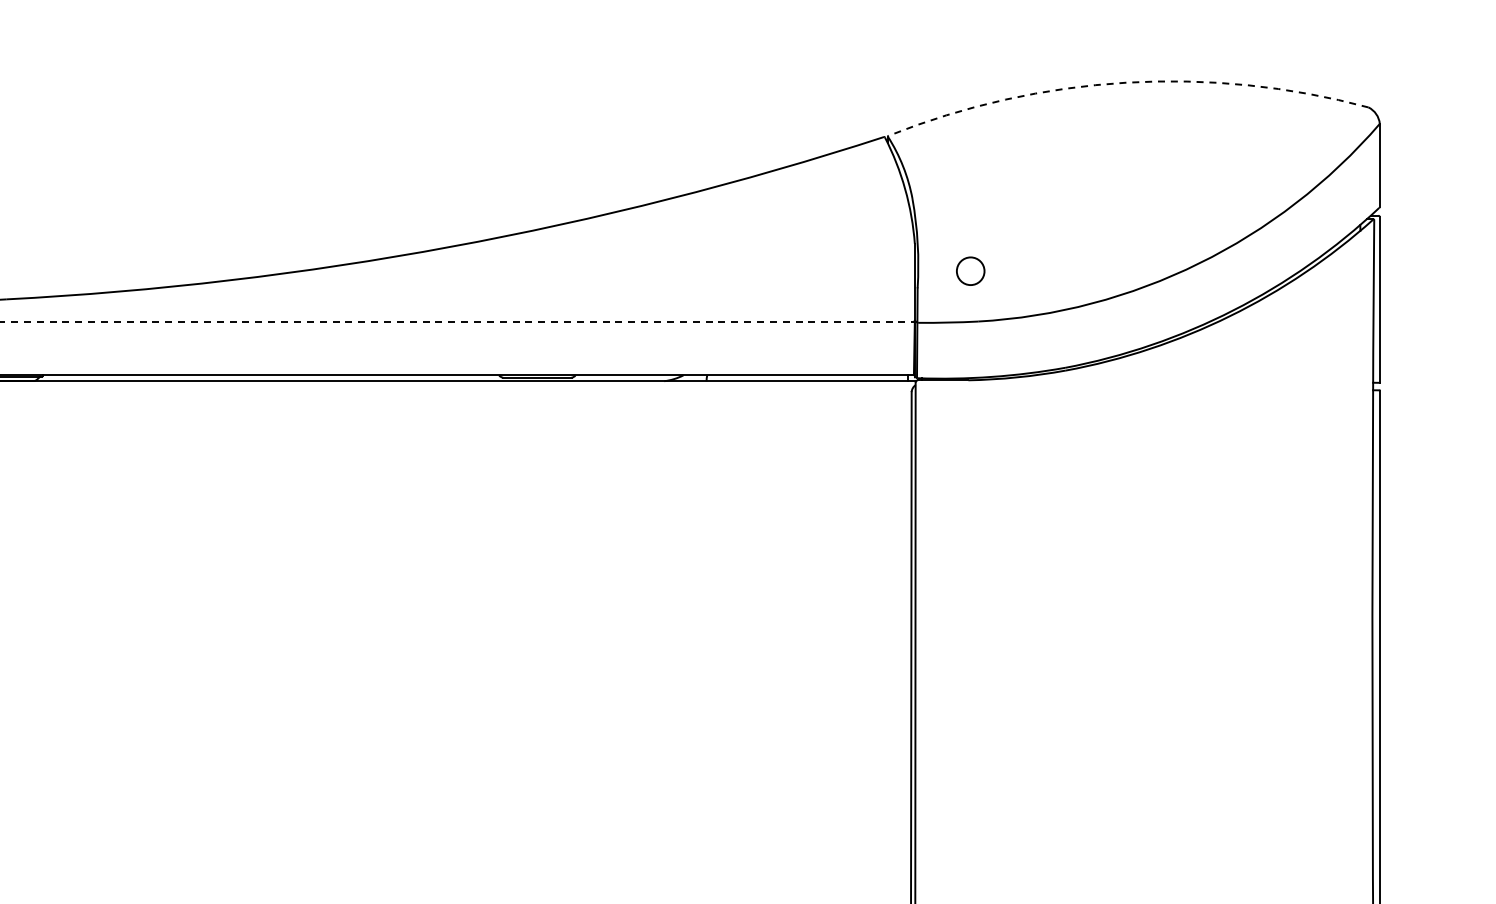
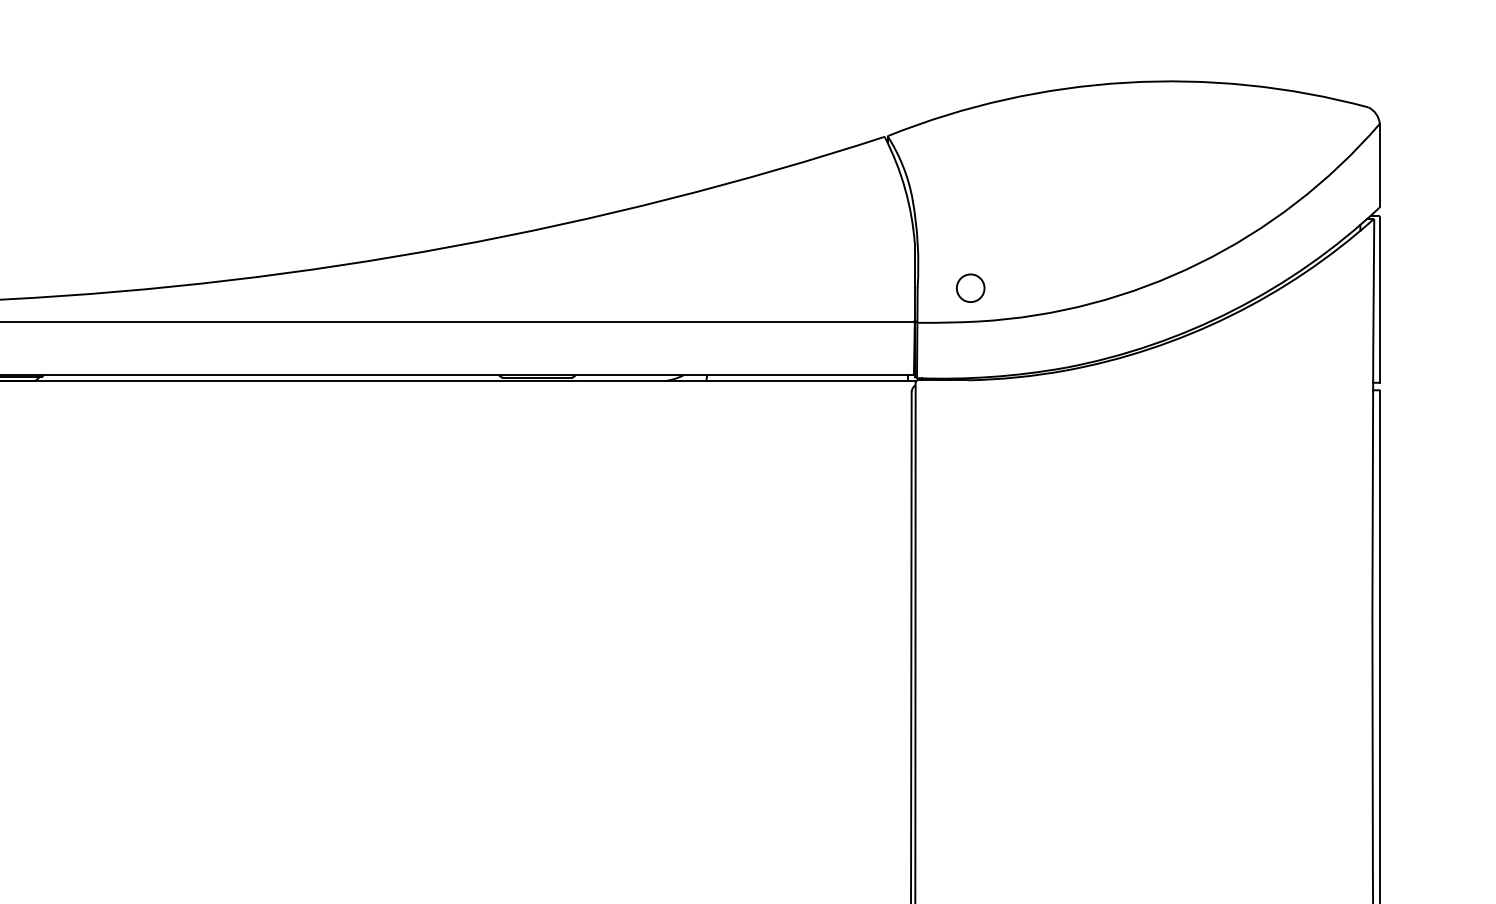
arc at (1126, 82): dashed -> solid
circle at (970, 270) position: (970, 270) -> (970, 287)
line at (458, 322): dashed -> solid
